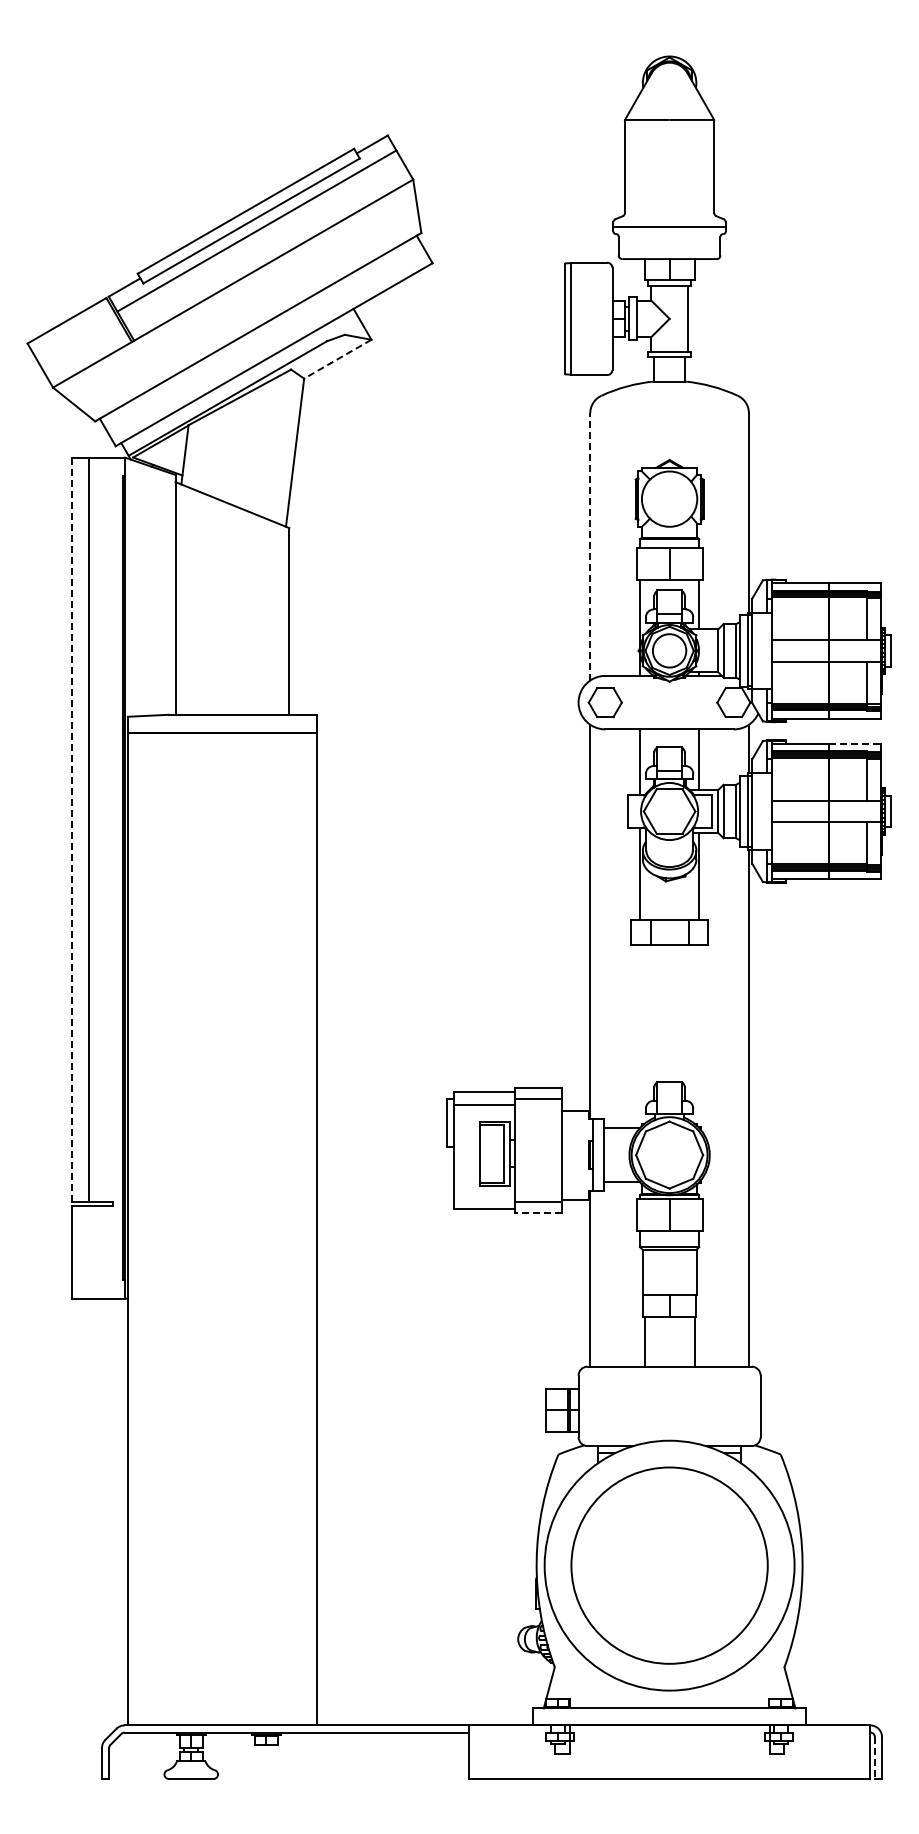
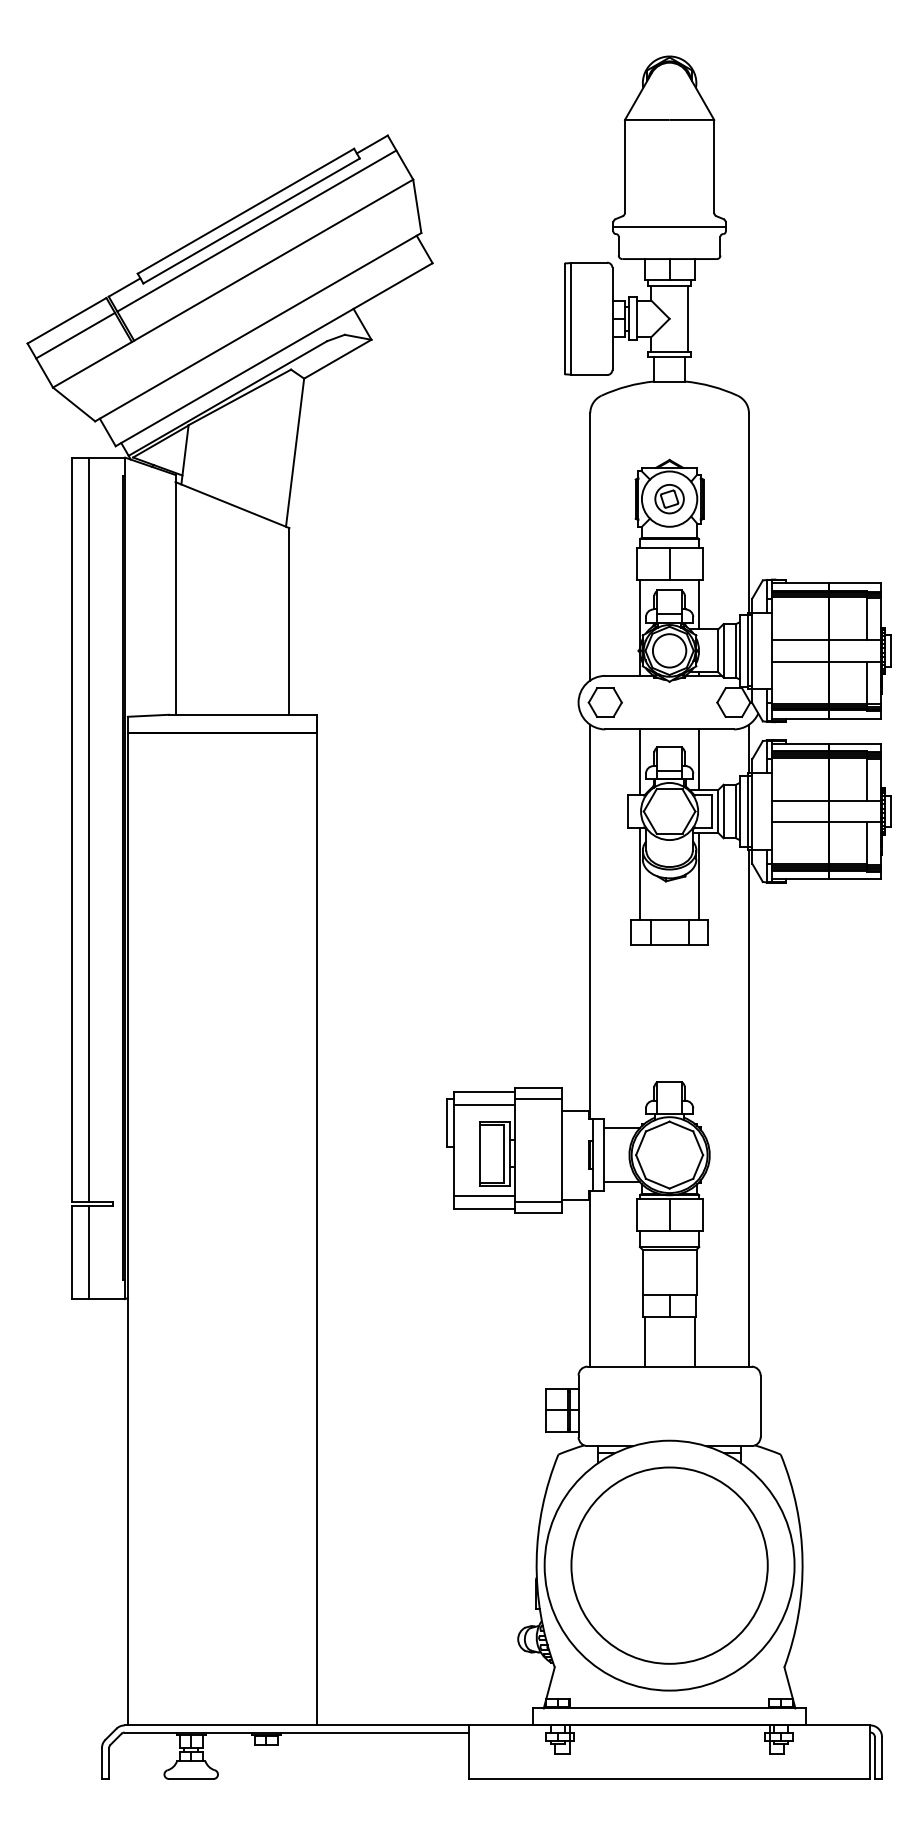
line at (75, 335): none -> present
line at (337, 359): dashed -> solid
part at (669, 499): none -> present
line at (590, 546): dashed -> solid
line at (854, 743): dashed -> solid
line at (71, 829): dashed -> solid
line at (484, 1195): none -> present
line at (538, 1212): dashed -> solid
line at (88, 1251): none -> present
line at (874, 1758): dashed -> solid
